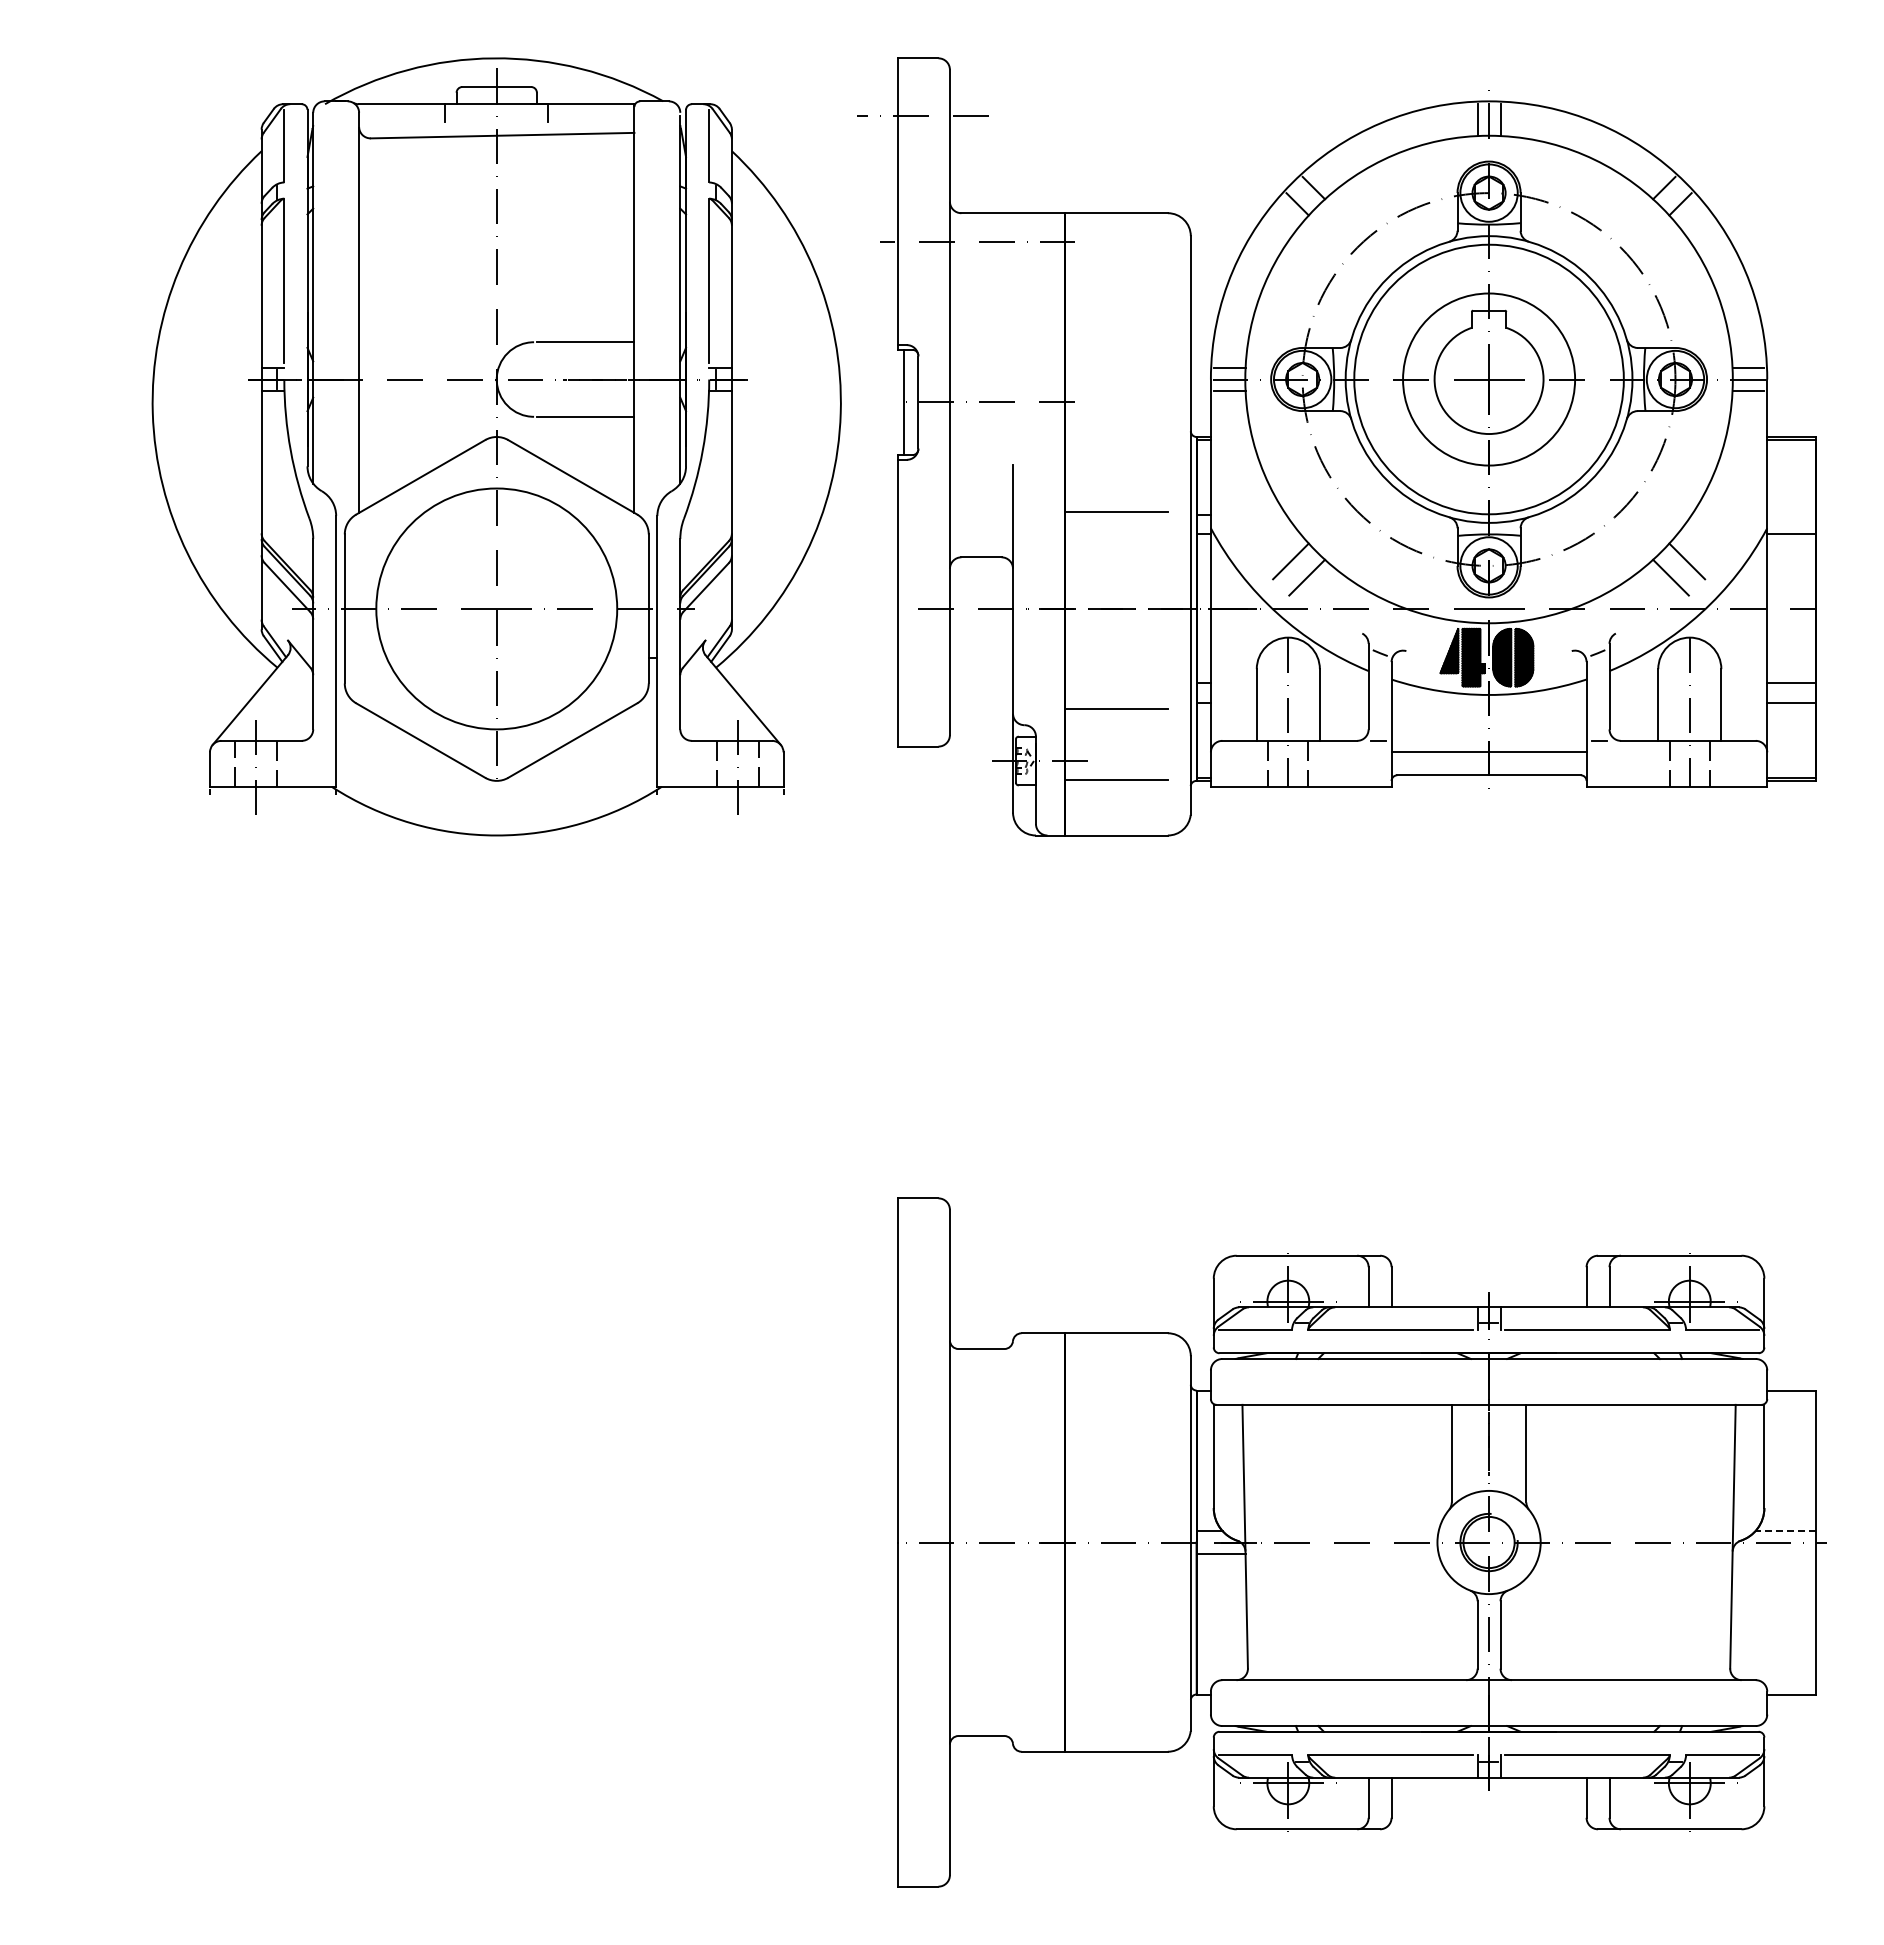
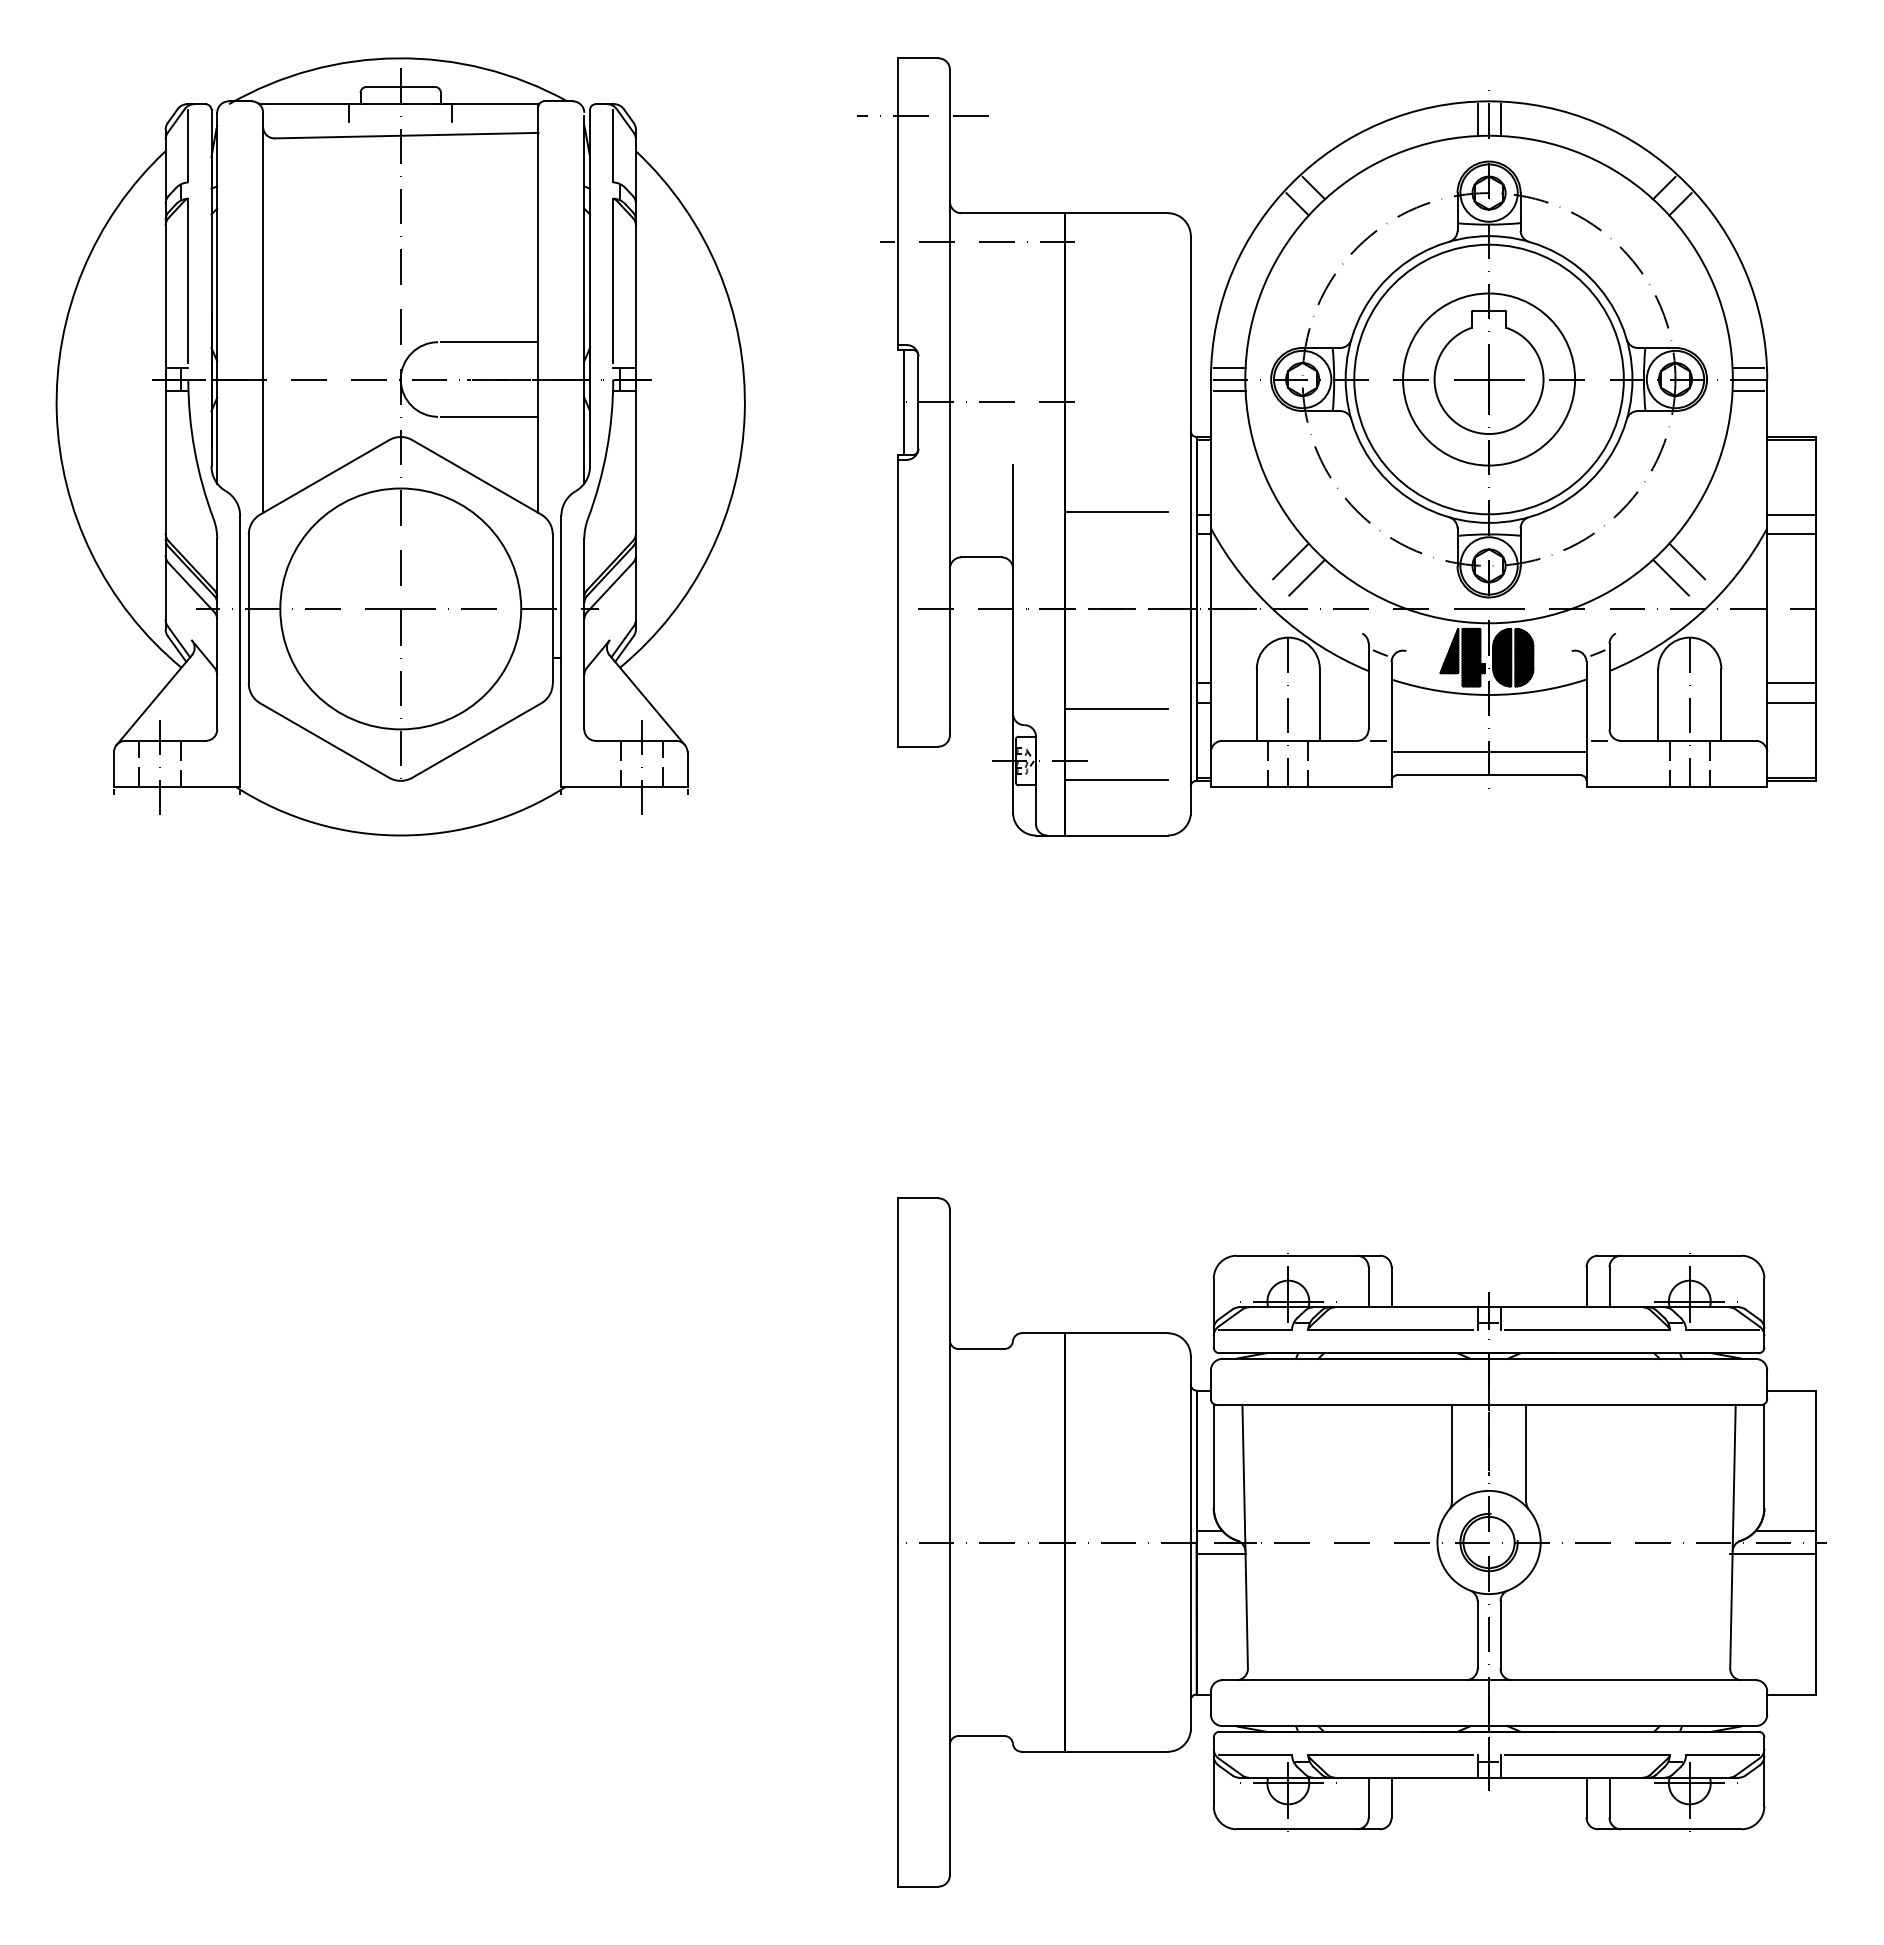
part at (496, 446) position: (496, 446) -> (400, 446)
line at (1791, 514): none -> present
line at (1785, 1531): dashed -> solid
line at (1772, 1553): none -> present
